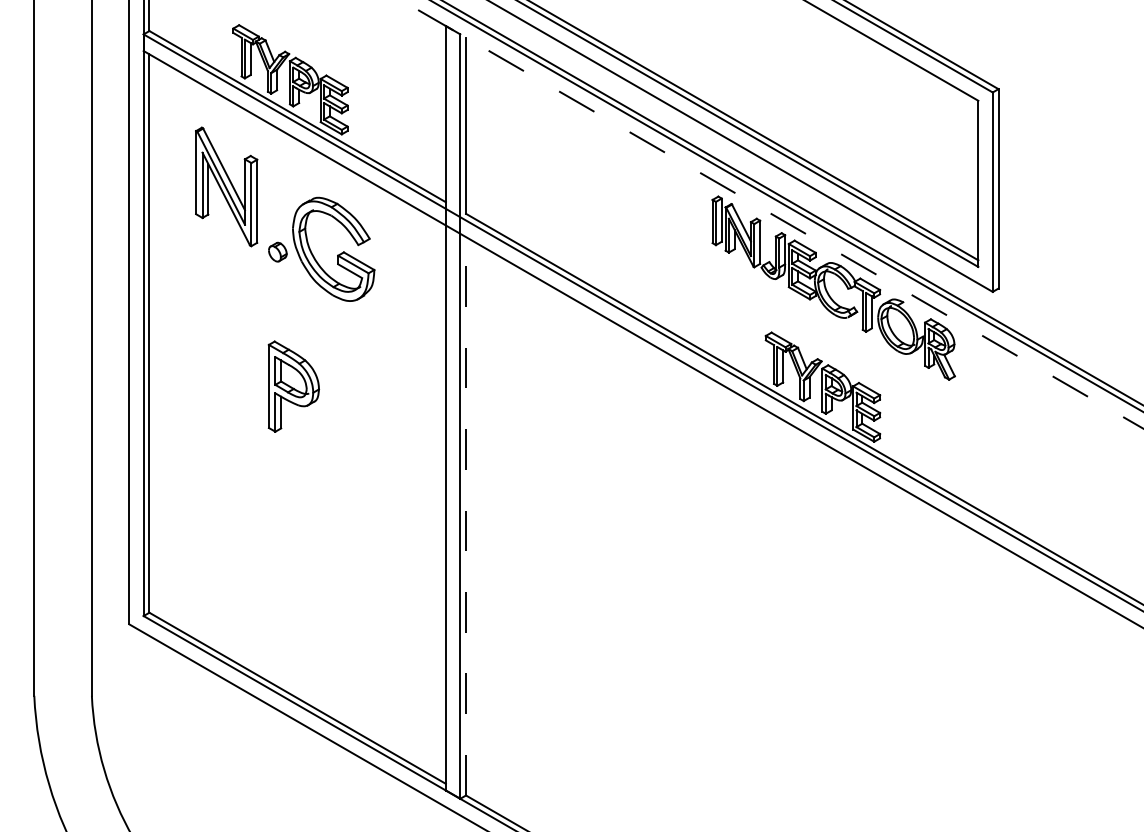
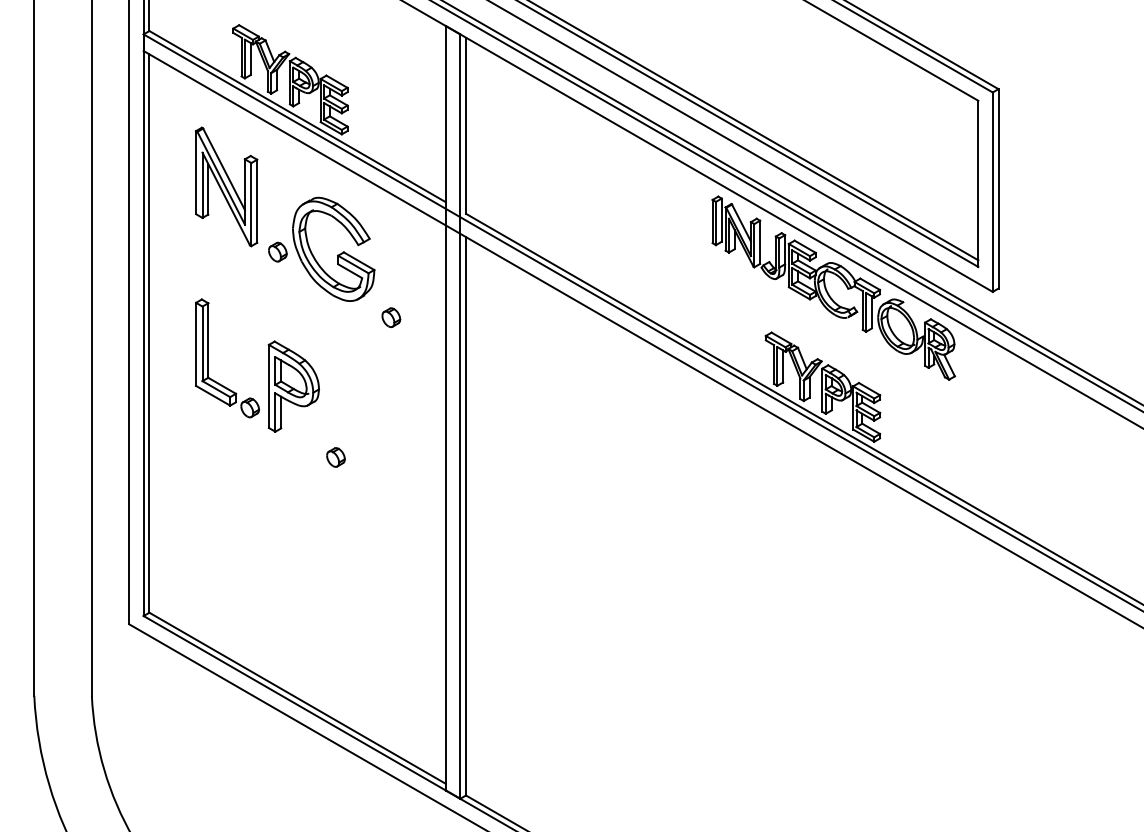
line at (772, 214): dashed -> solid
part at (391, 317): none -> present
part at (208, 358): none -> present
part at (335, 457): none -> present
line at (466, 515): dashed -> solid
